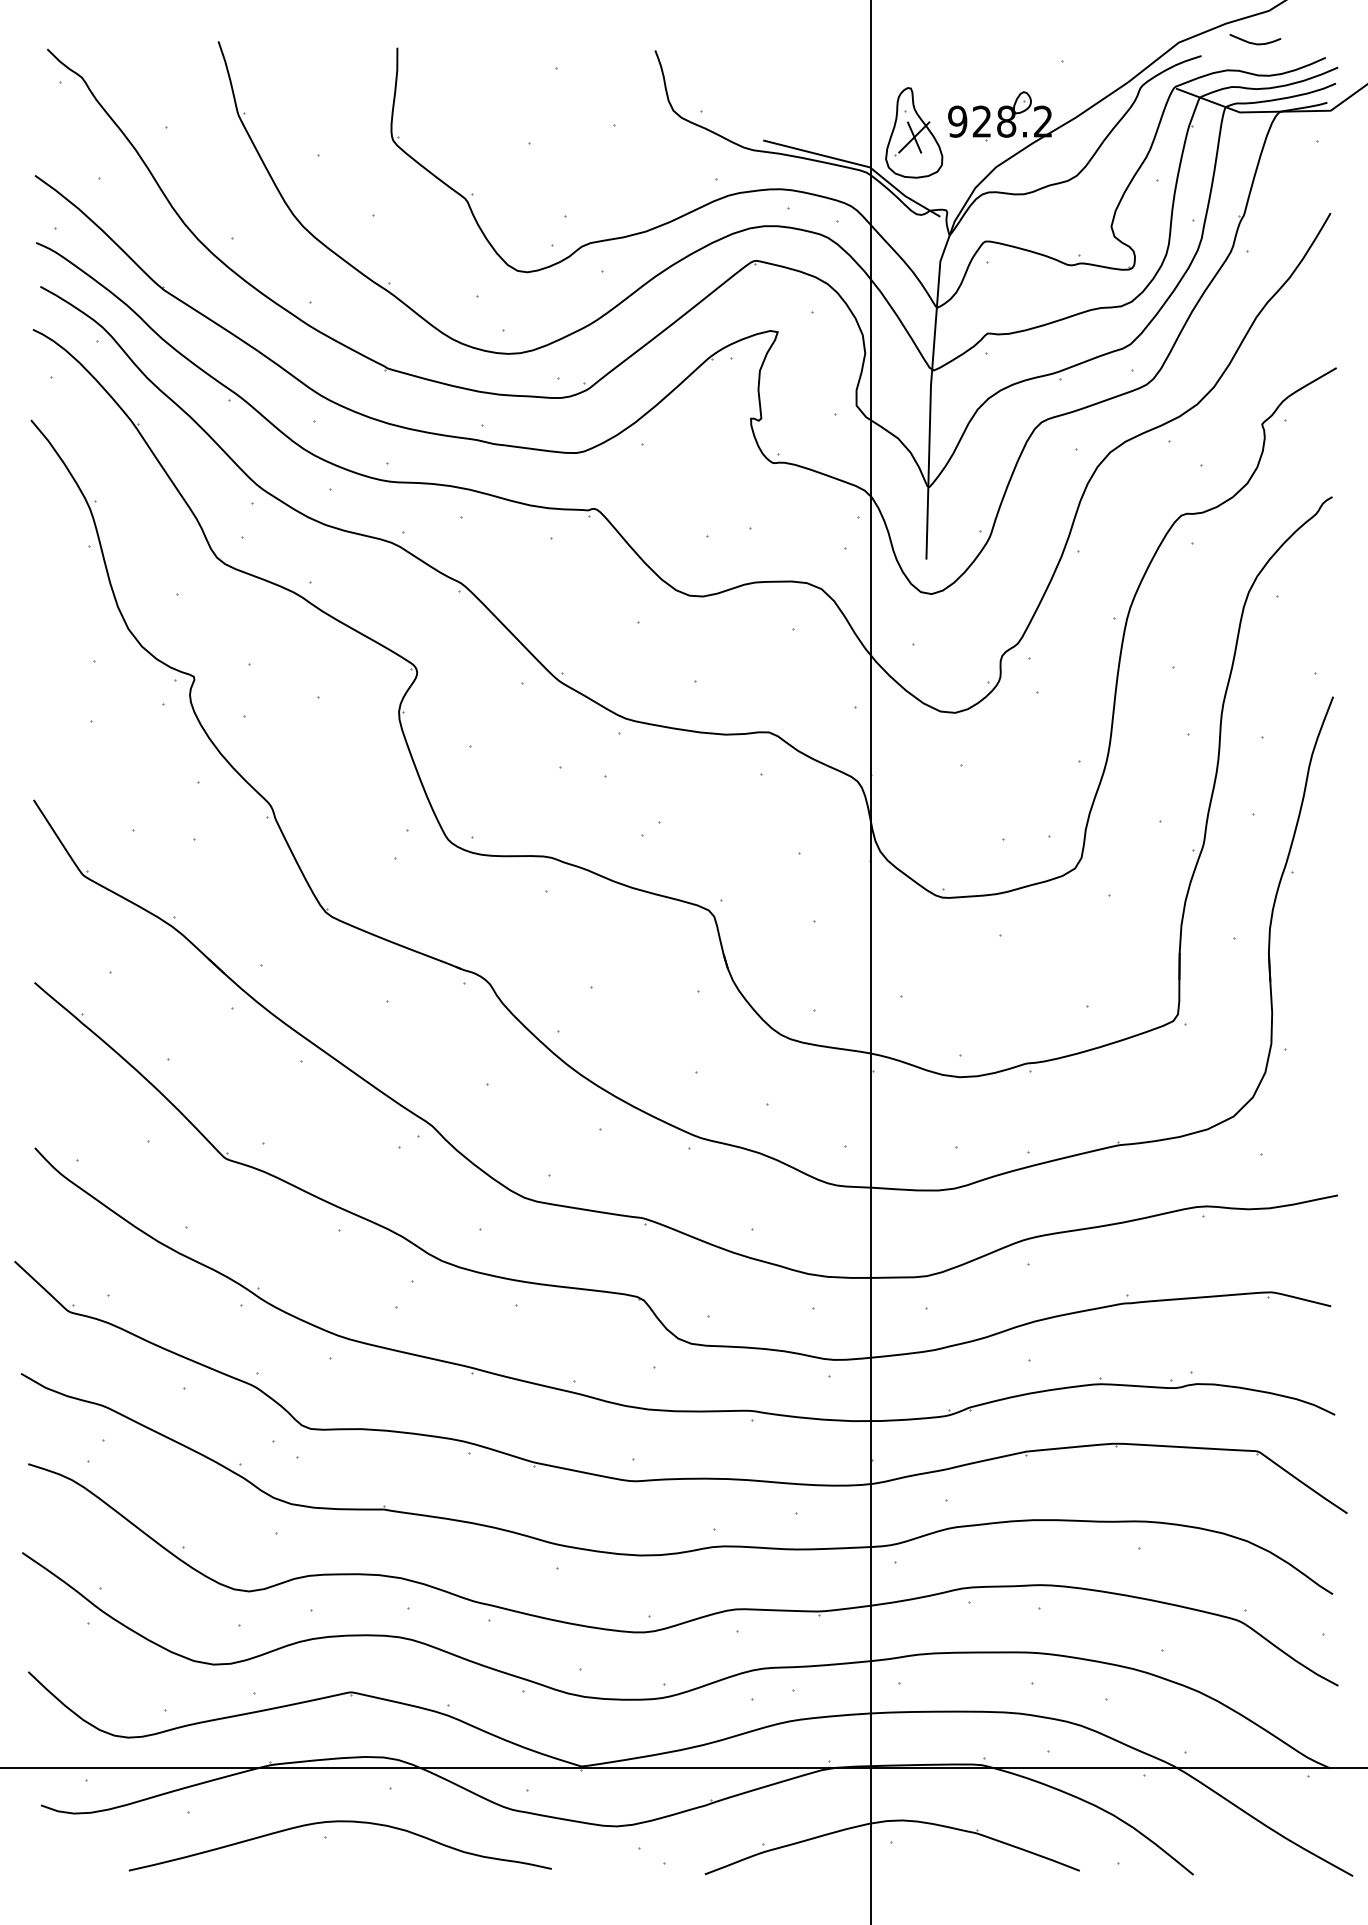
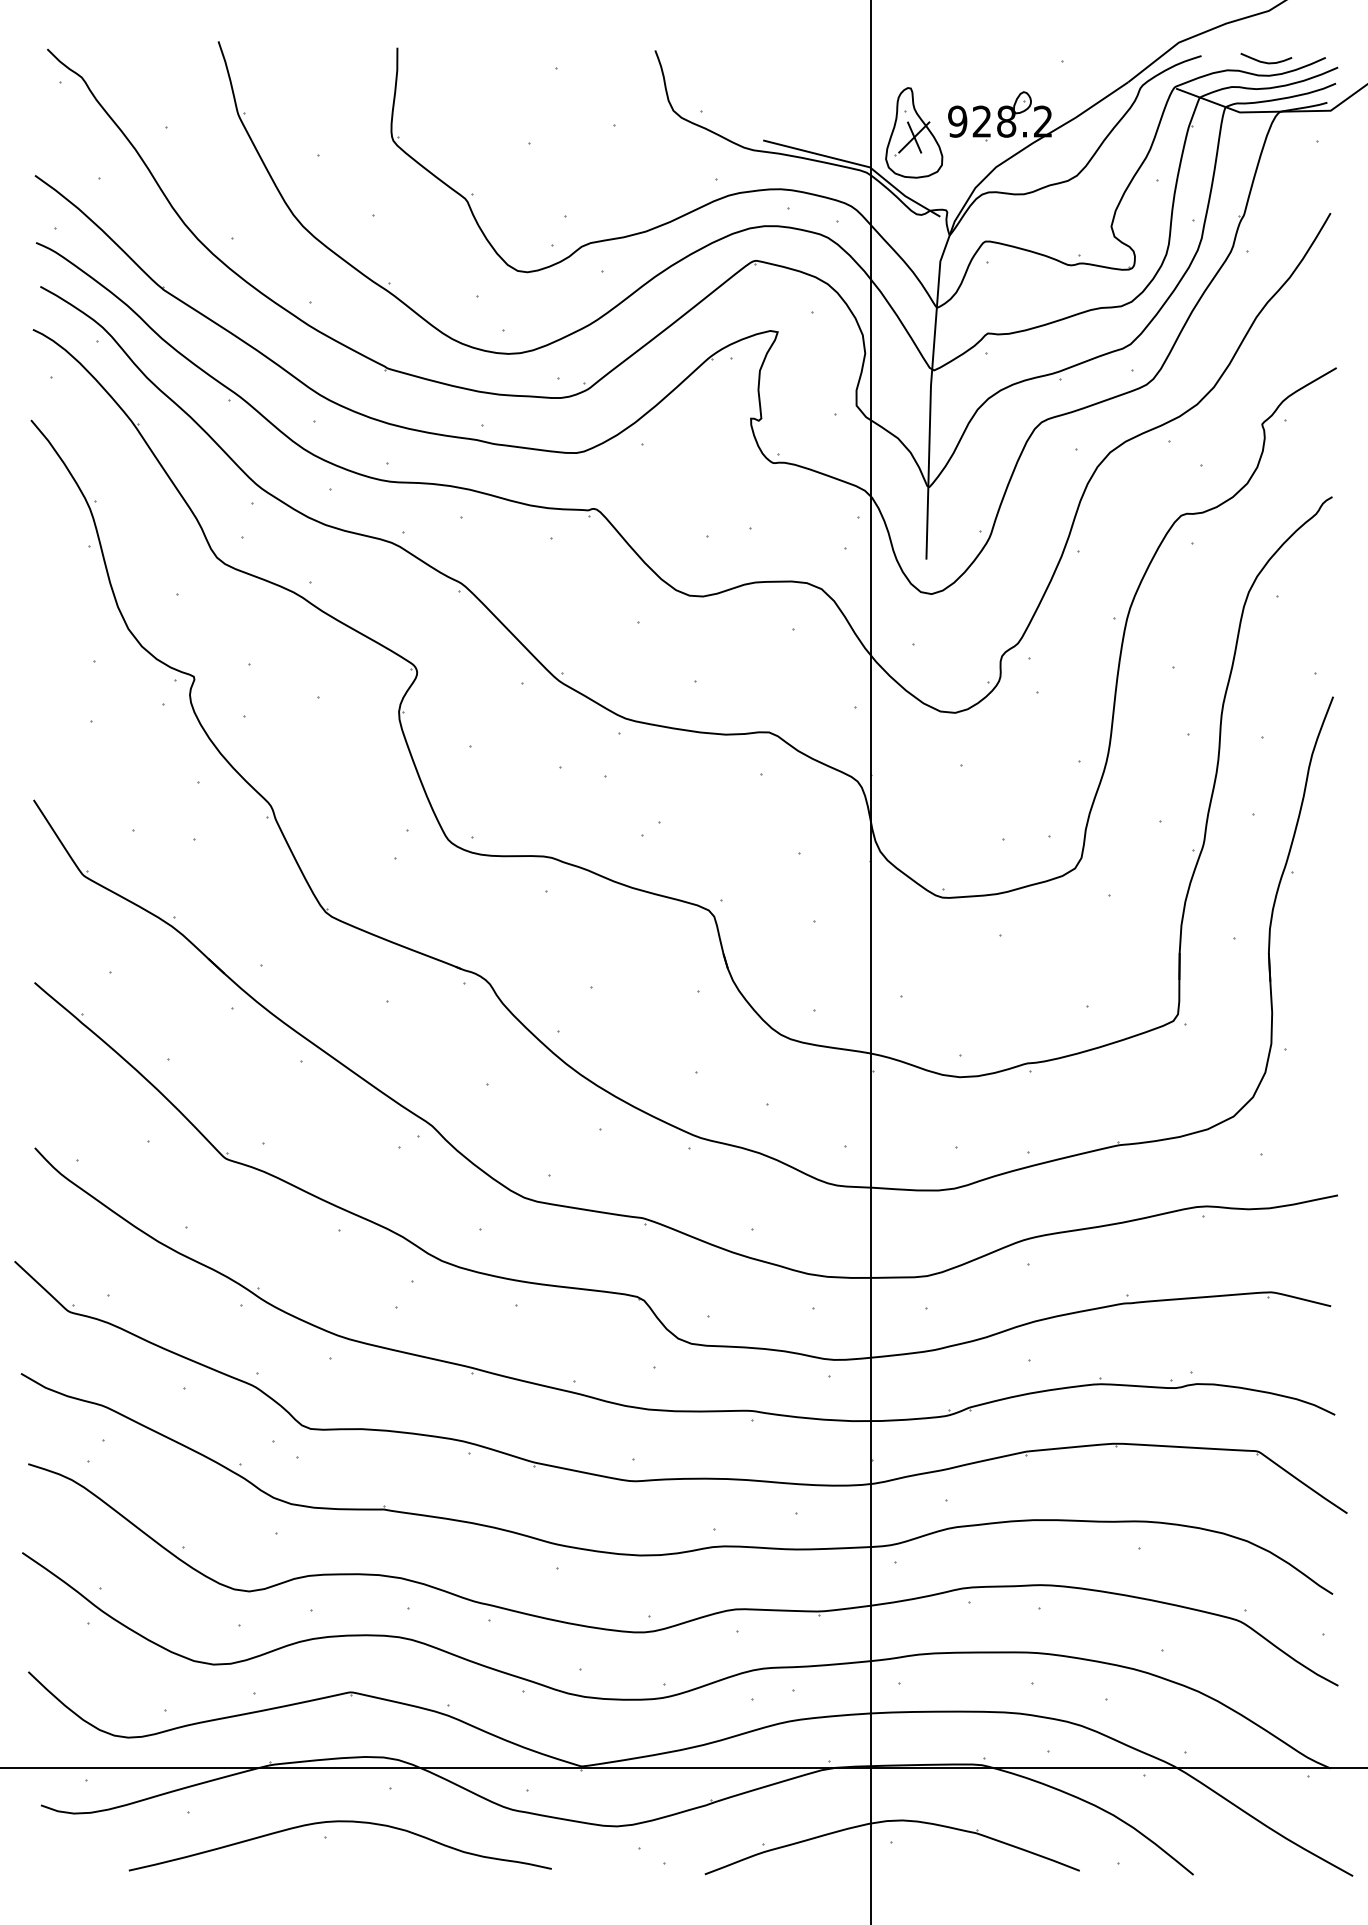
curve at (1254, 42) position: (1254, 42) -> (1265, 61)
